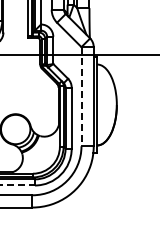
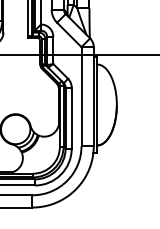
line at (81, 96): dashed -> solid
line at (17, 185): dashed -> solid
